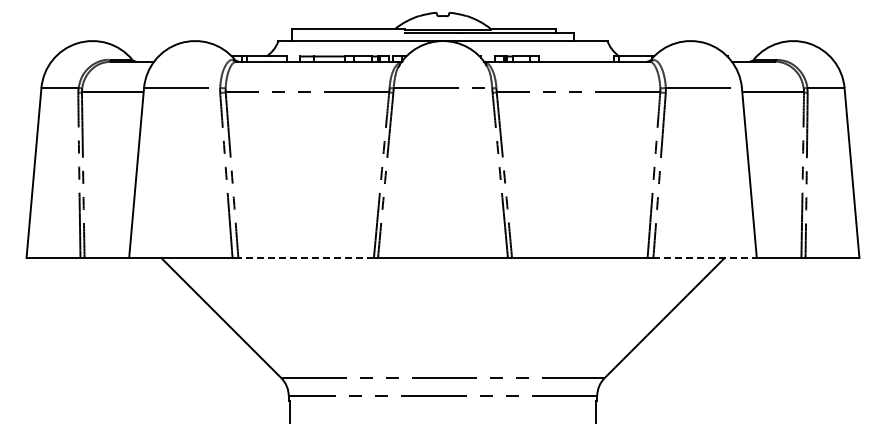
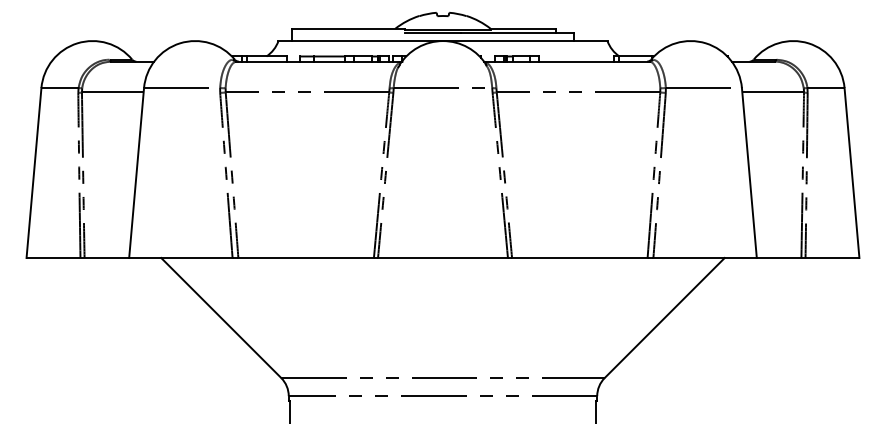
line at (306, 258): dashed -> solid
line at (705, 258): dashed -> solid
